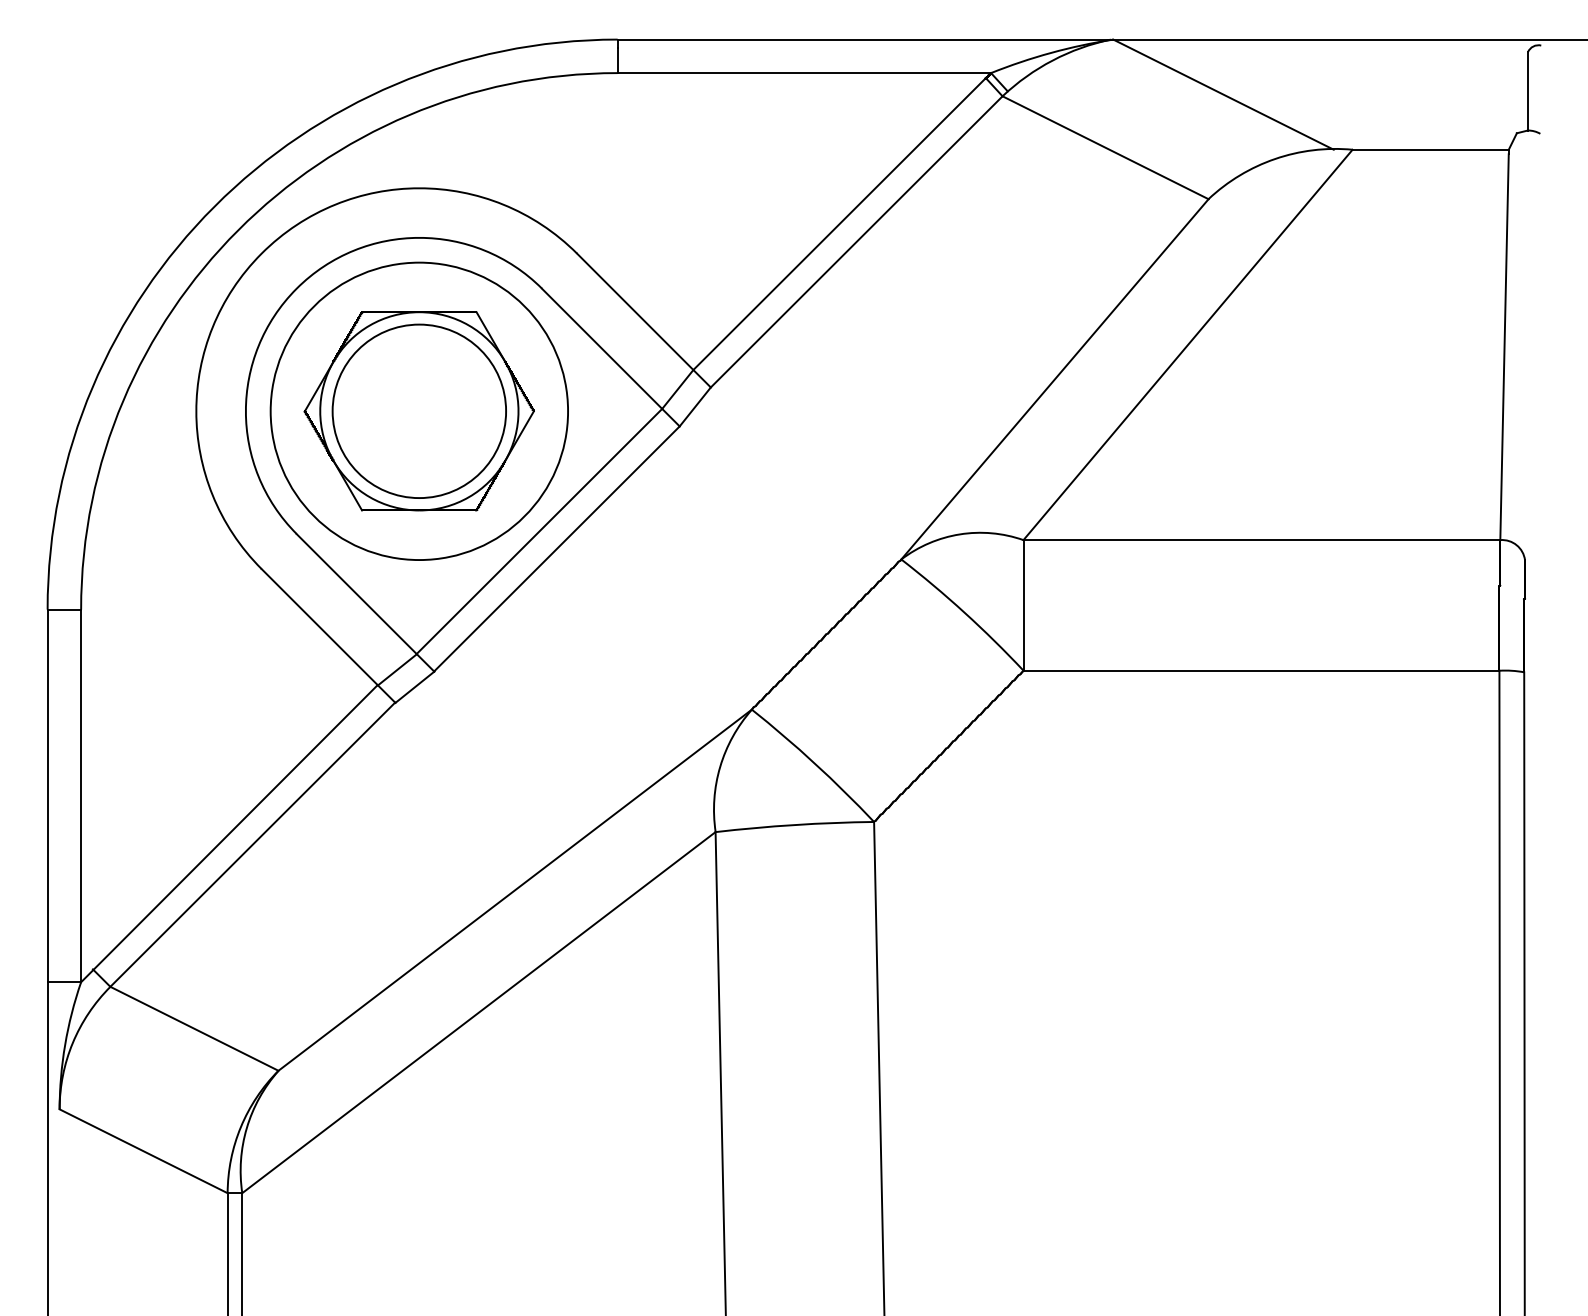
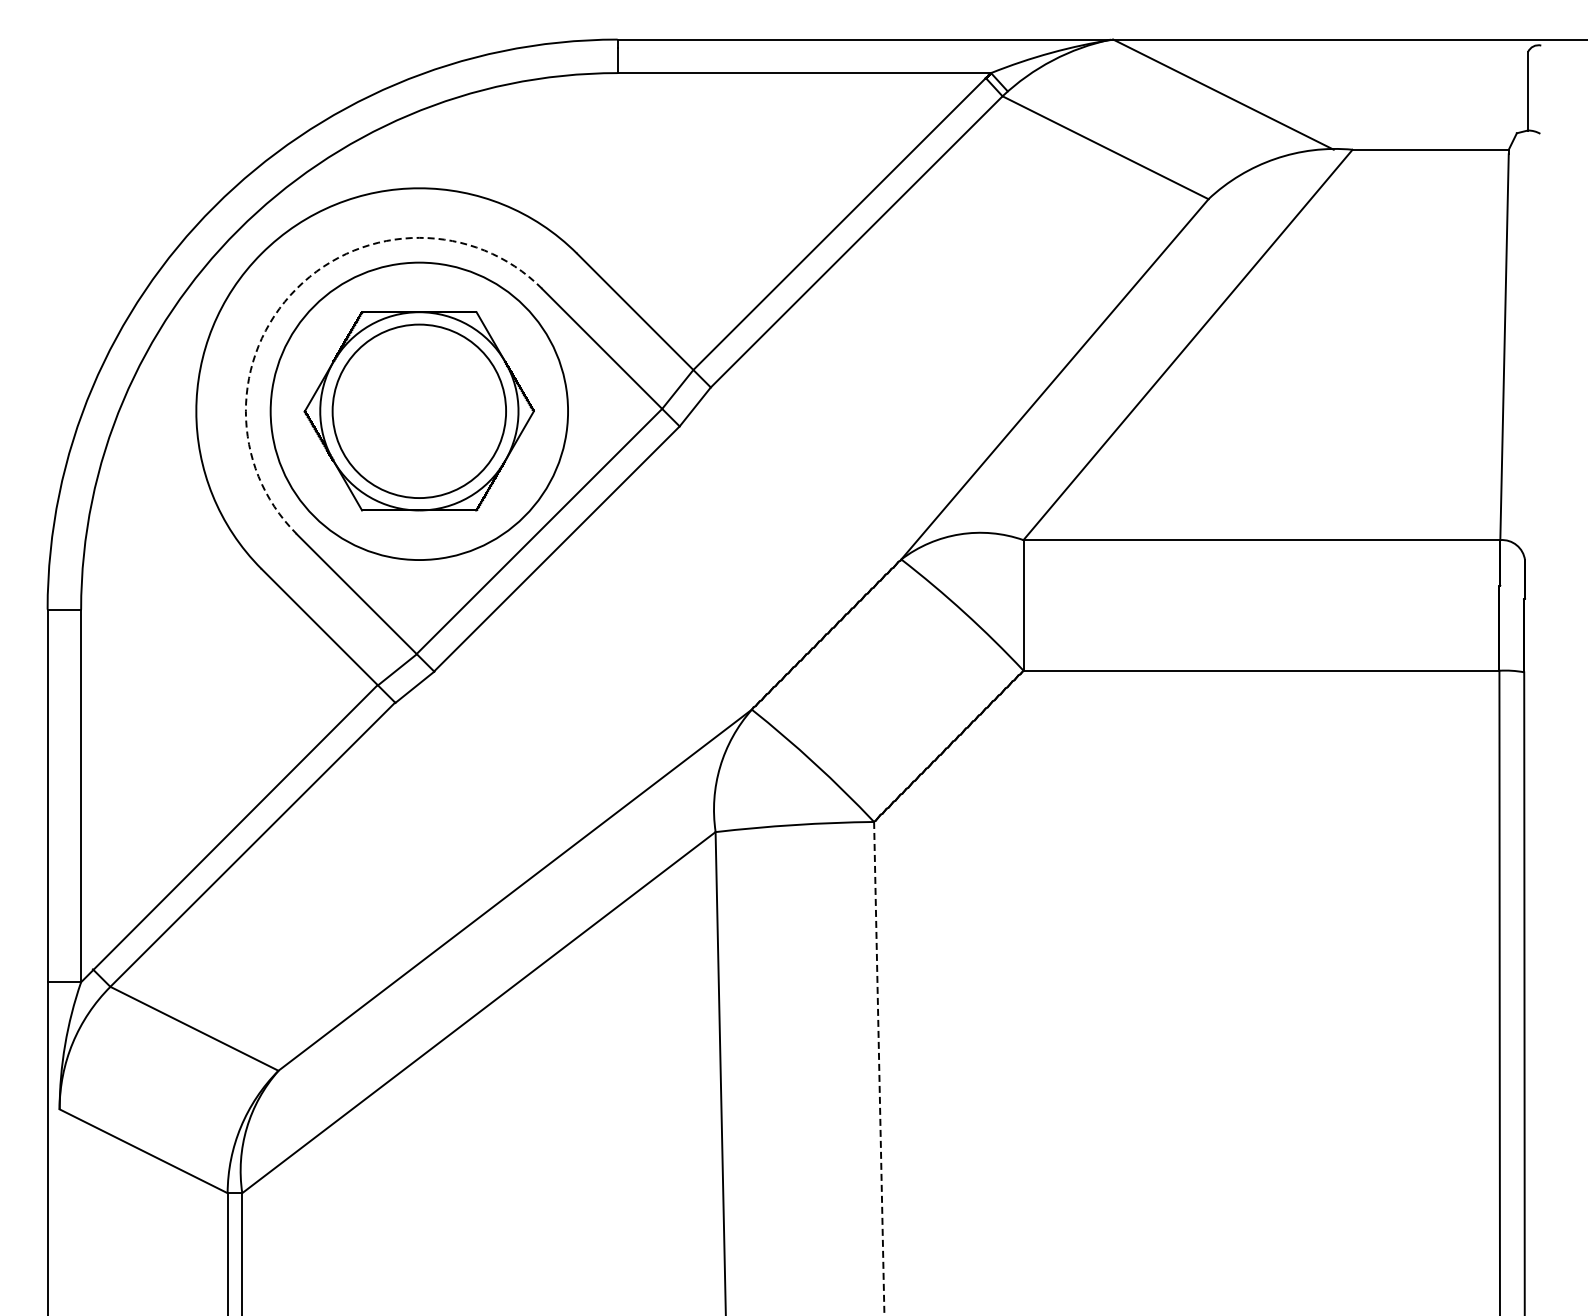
arc at (296, 288): solid -> dashed
line at (879, 1068): solid -> dashed
